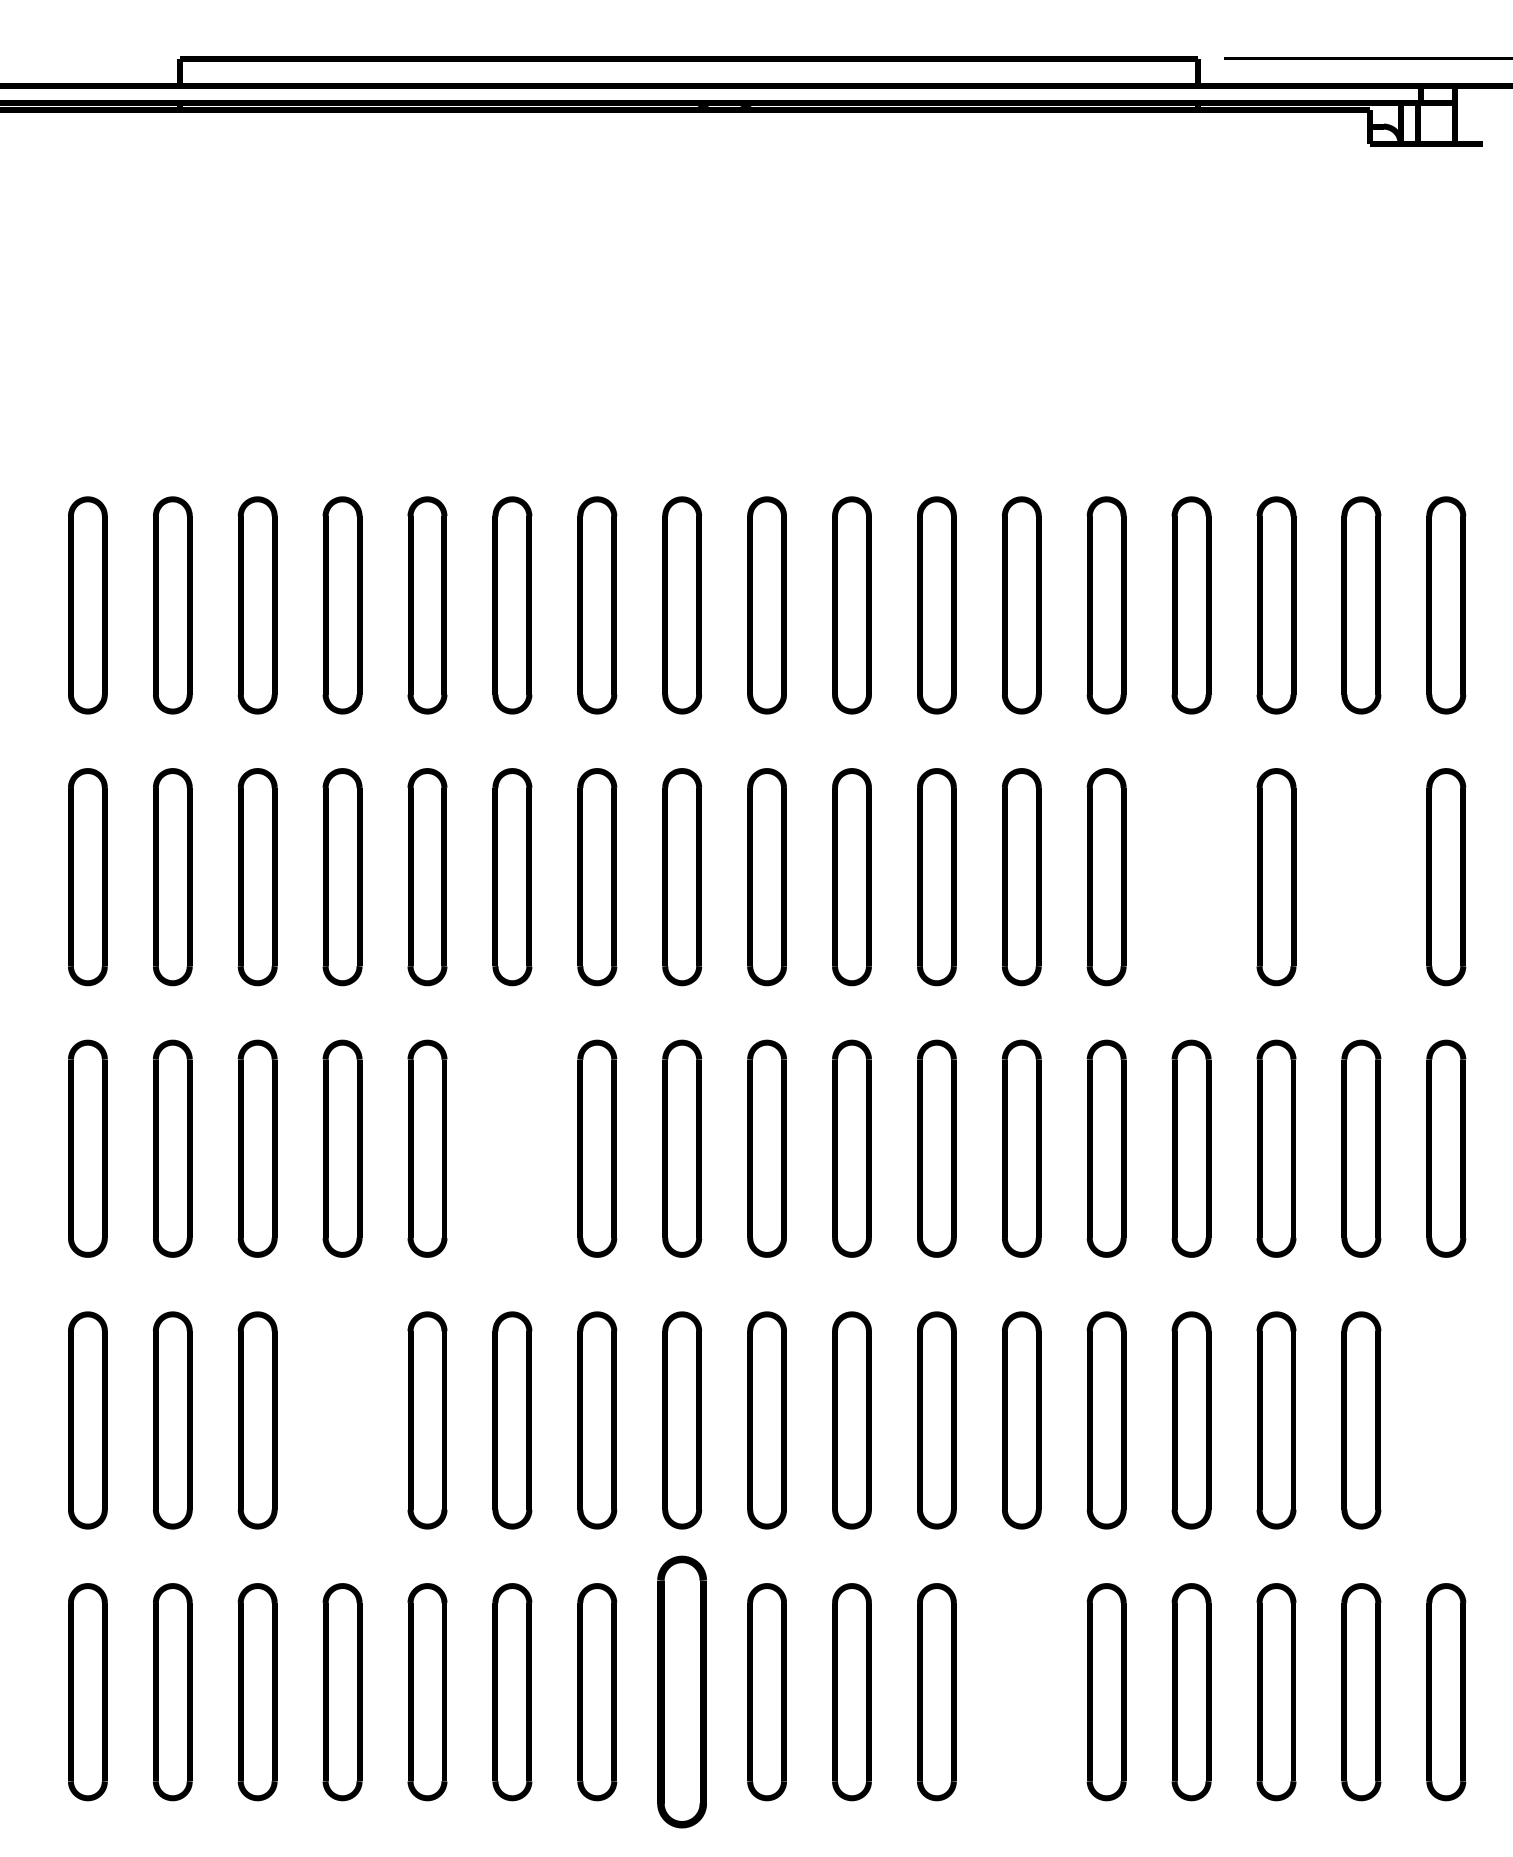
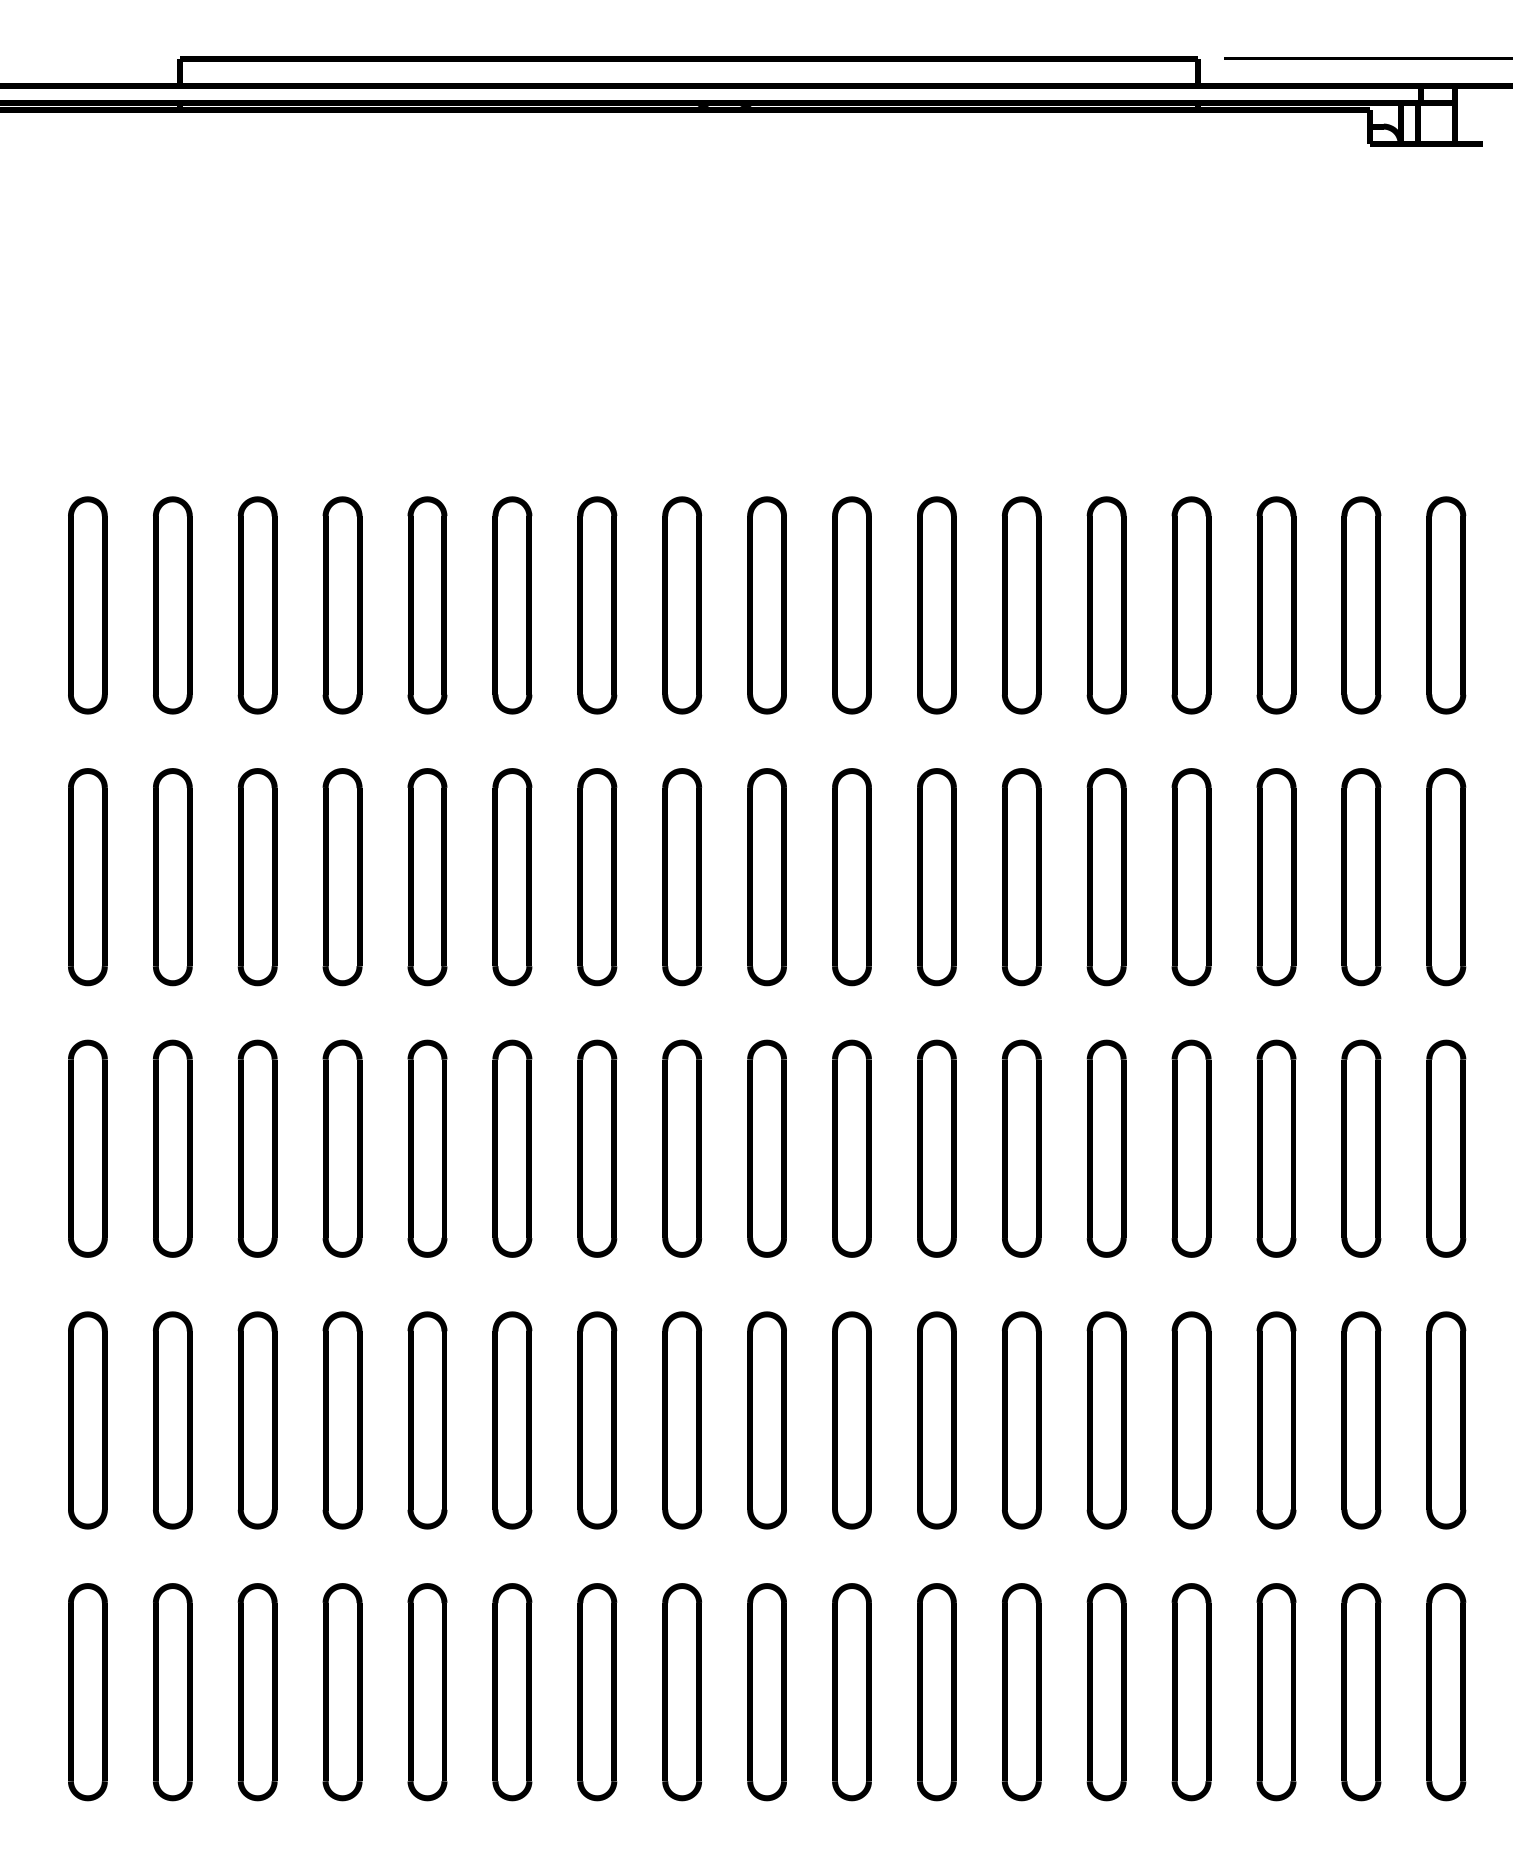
part at (1191, 877): none -> present
part at (1361, 877): none -> present
part at (512, 1148): none -> present
part at (342, 1420): none -> present
part at (1446, 1420): none -> present
part at (681, 1691) size: 50x274 px -> 41x219 px
part at (1021, 1692): none -> present
